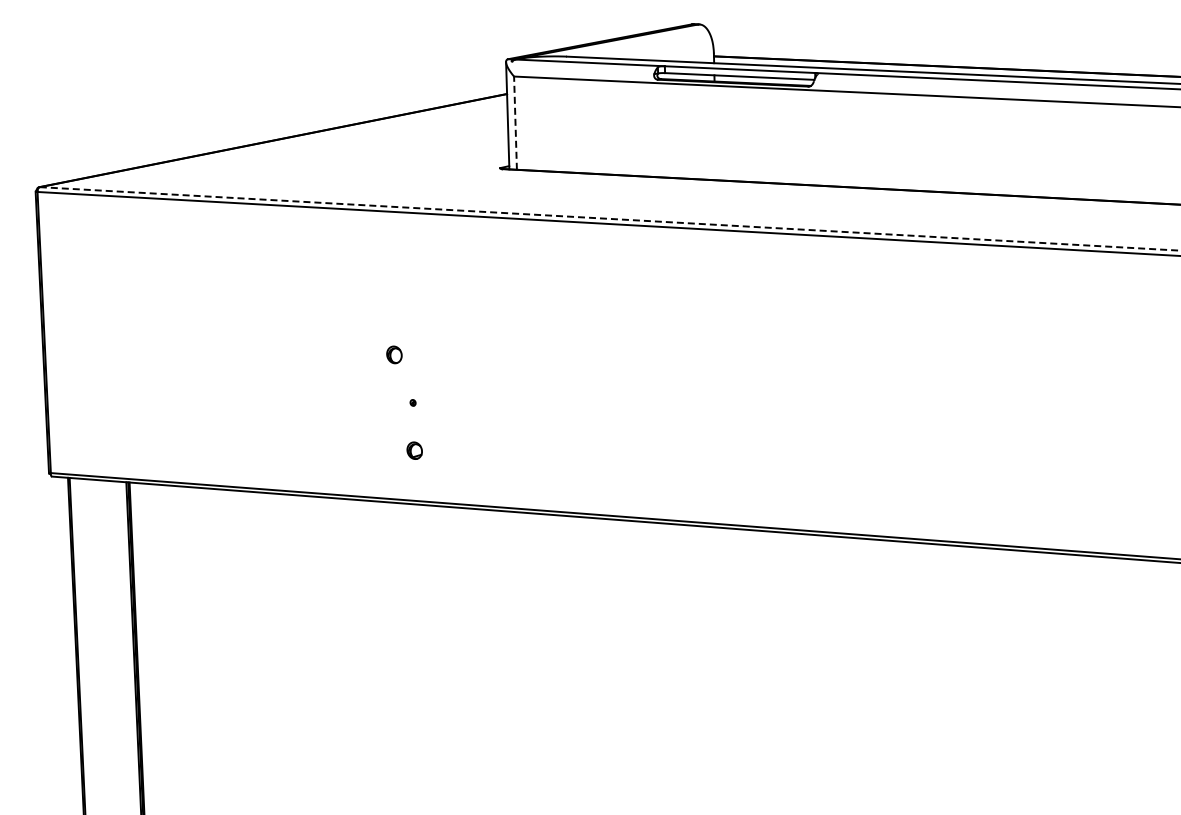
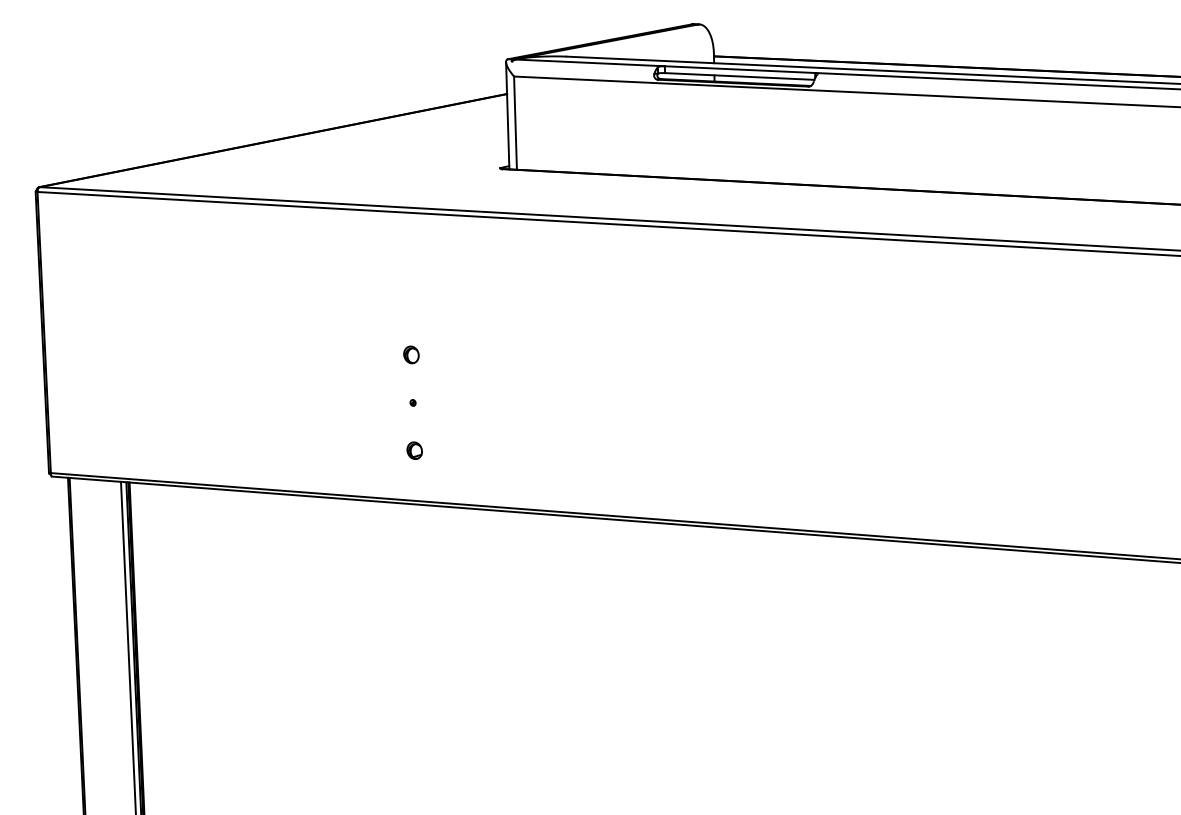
line at (515, 123): dashed -> solid
line at (610, 218): dashed -> solid
part at (394, 354) position: (394, 354) -> (411, 354)
line at (128, 646): none -> present
